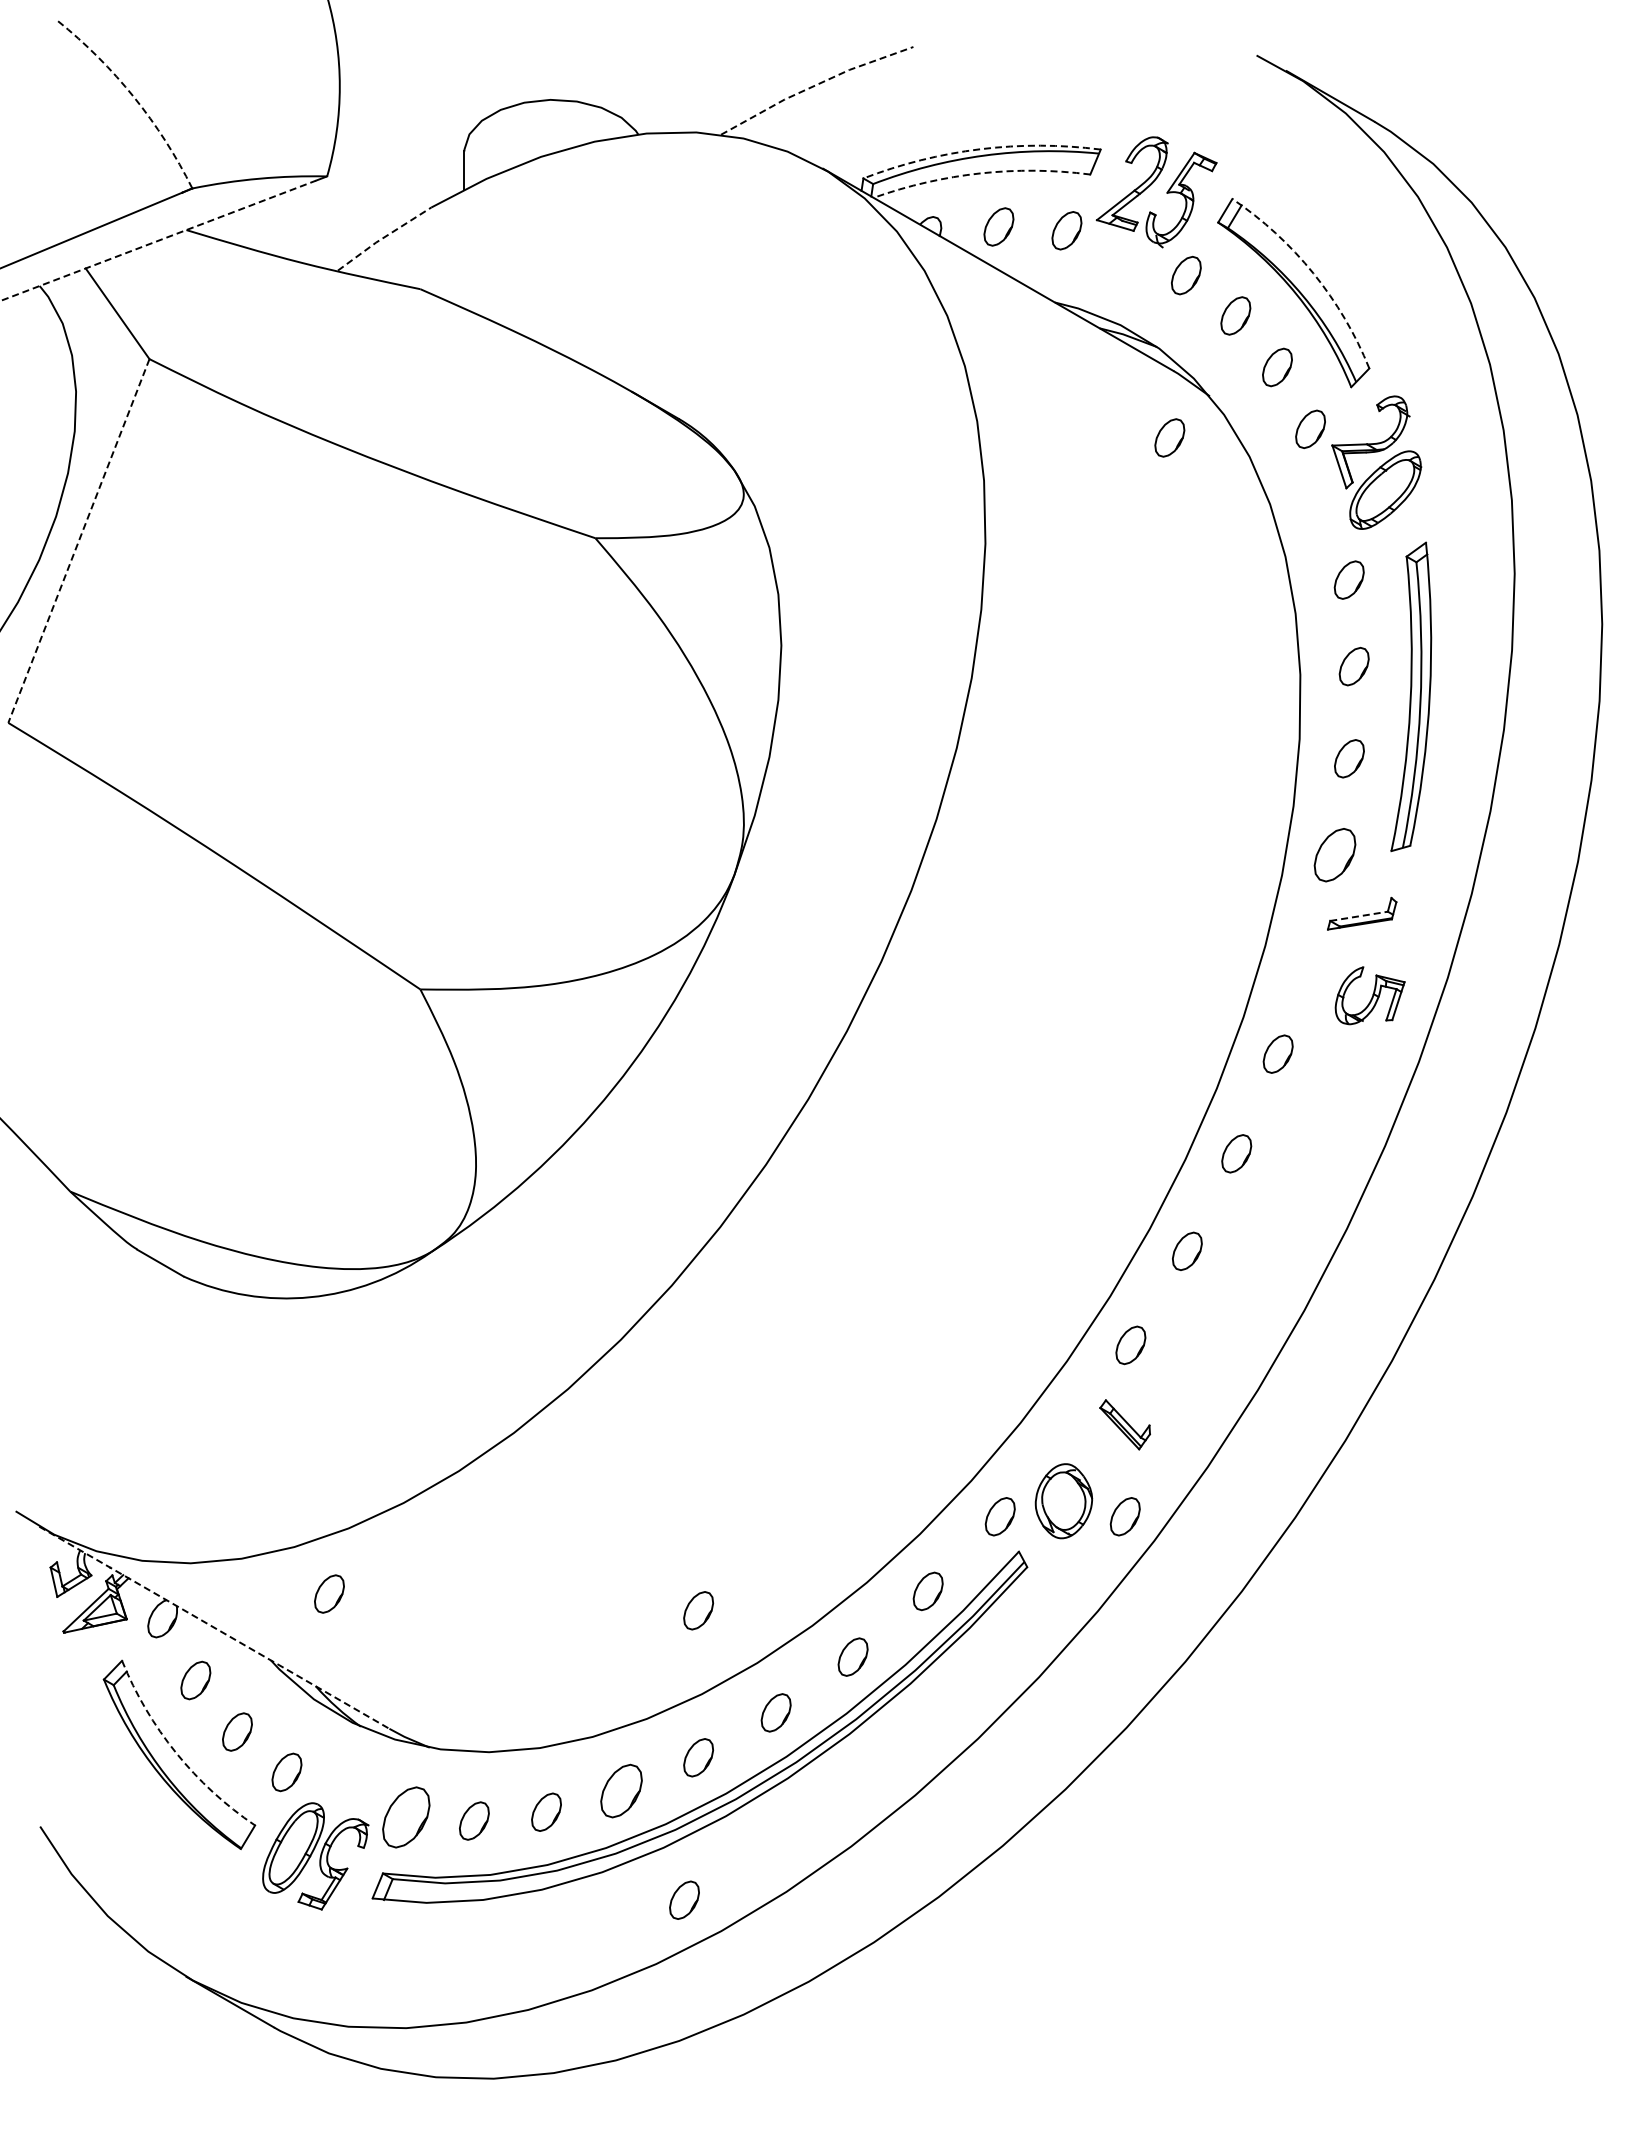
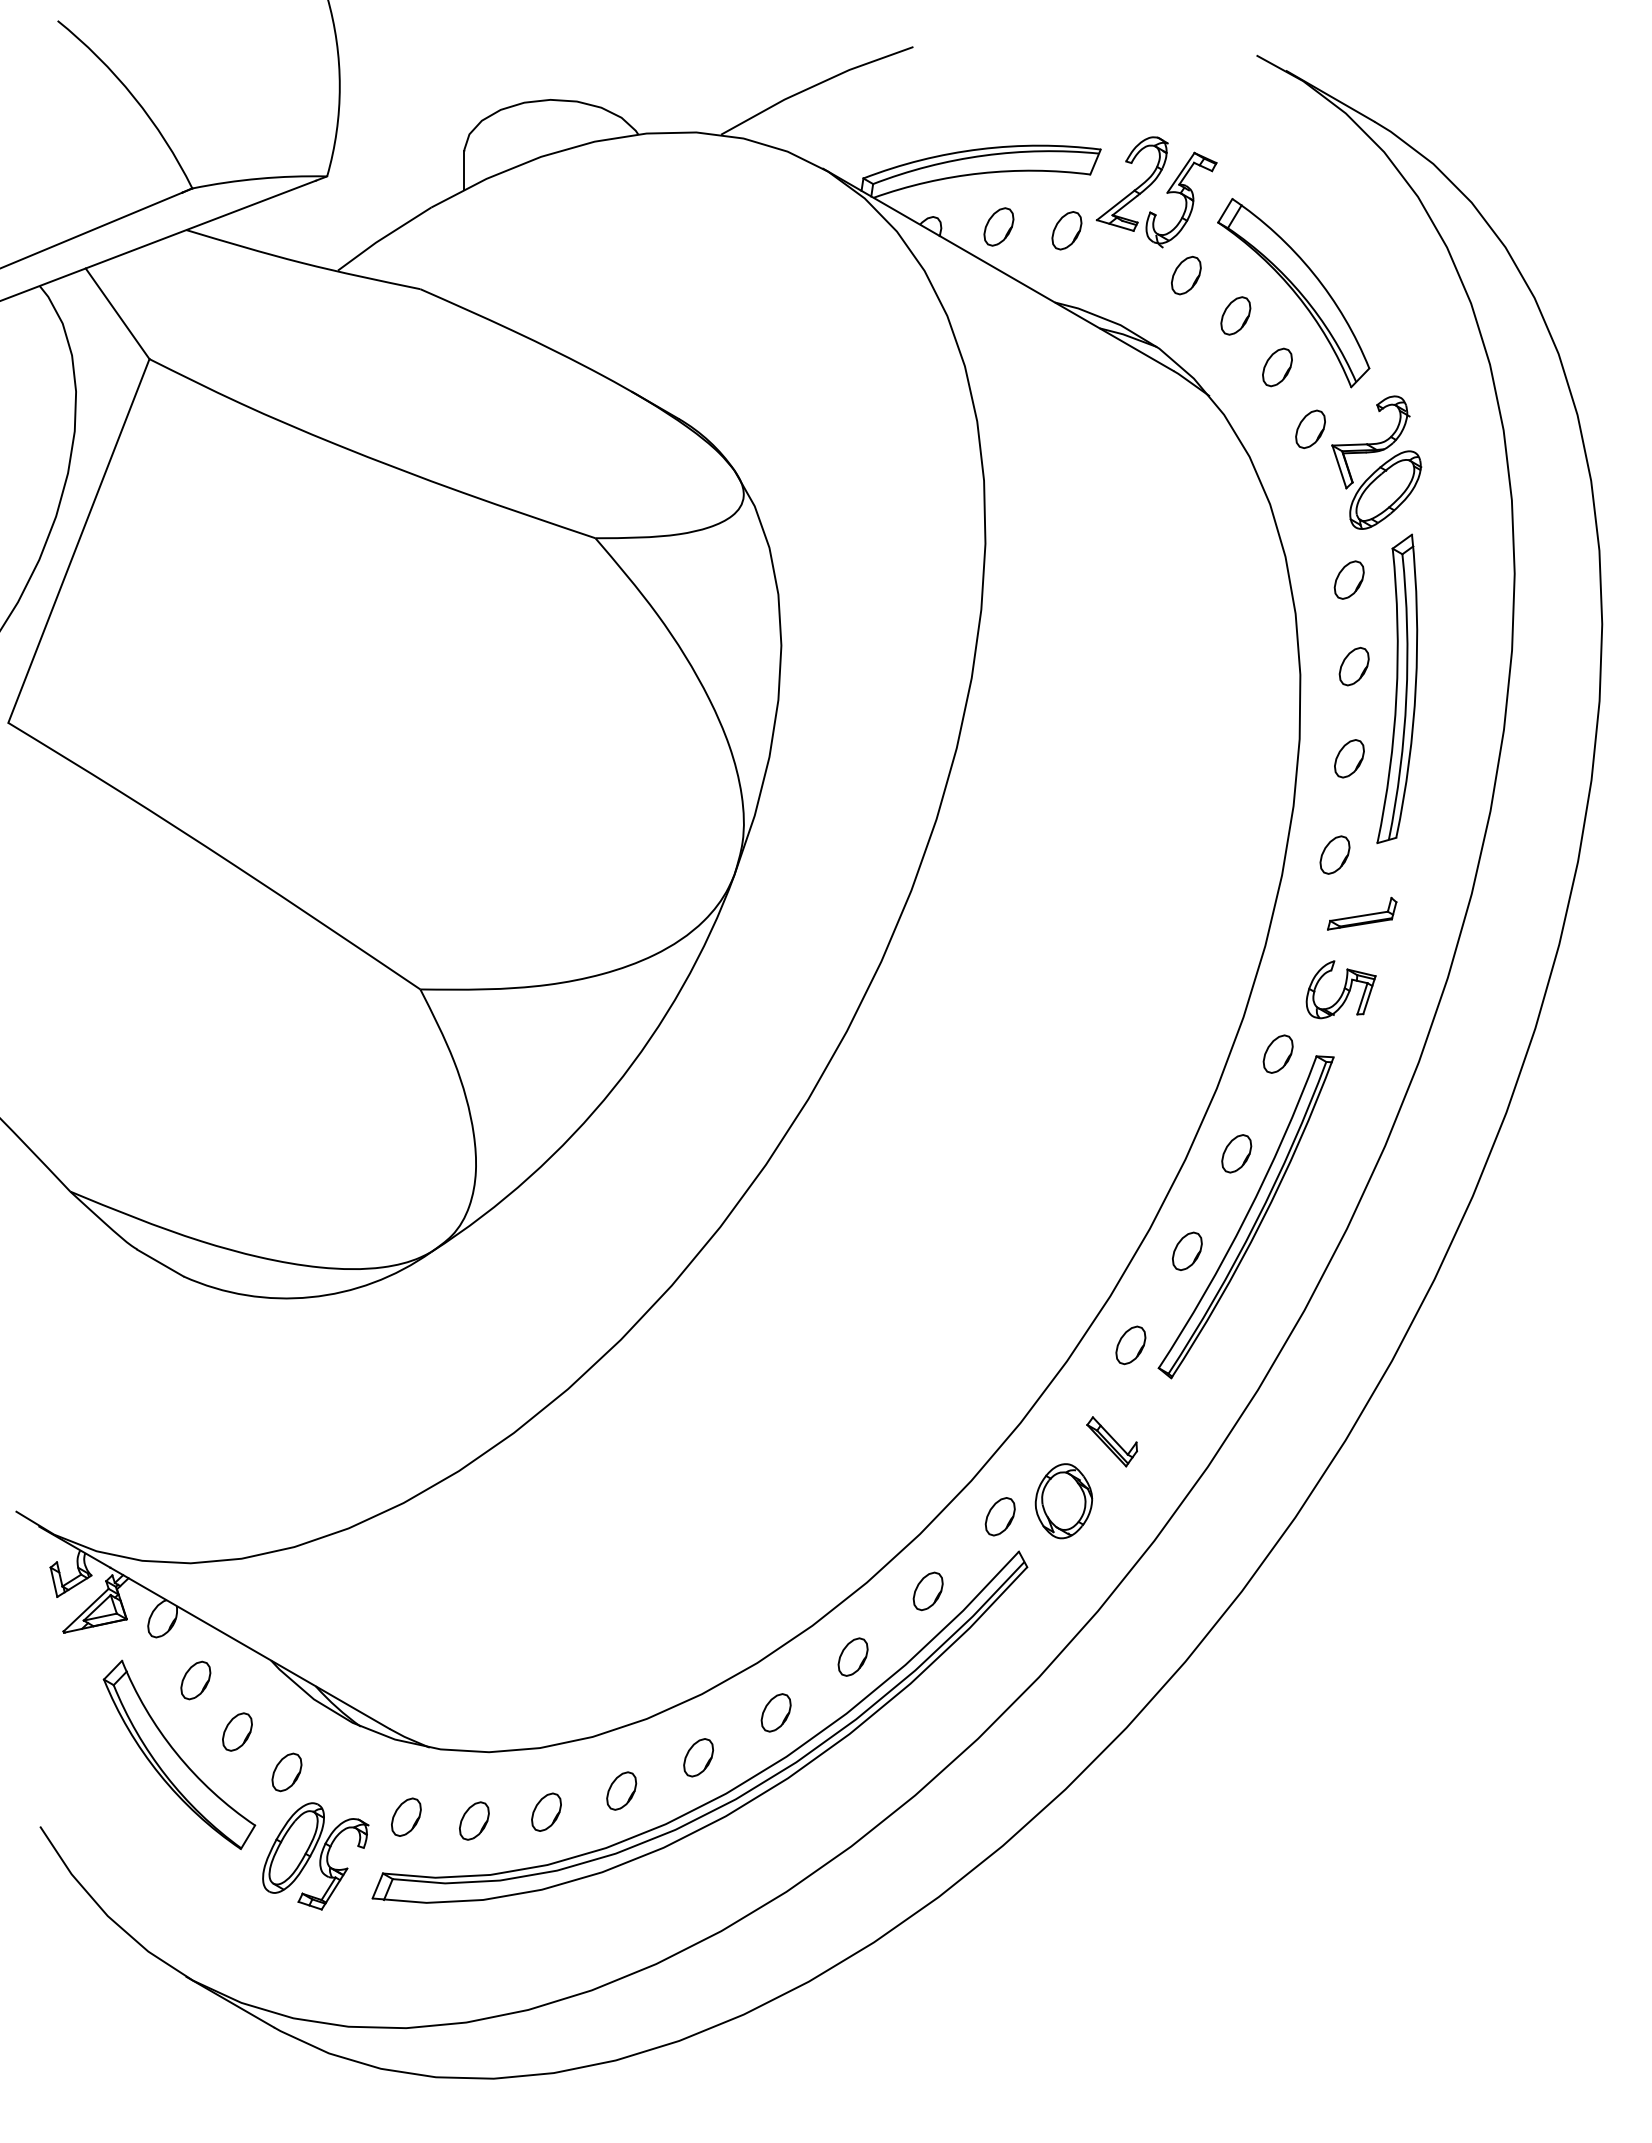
line at (815, 85): dashed -> solid
arc at (134, 97): dashed -> solid
arc at (980, 149): dashed -> solid
arc at (980, 173): dashed -> solid
line at (383, 237): dashed -> solid
line at (158, 240): dashed -> solid
arc at (1313, 273): dashed -> solid
part at (1169, 437): present -> none
line at (78, 541): dashed -> solid
part at (1411, 696) position: (1411, 696) -> (1397, 688)
part at (1334, 855) size: 44x55 px -> 32x40 px
line at (1359, 916): dashed -> solid
part at (1369, 995) position: (1369, 995) -> (1340, 989)
part at (1245, 1217): none -> present
part at (1124, 1424) position: (1124, 1424) -> (1111, 1441)
part at (1124, 1516): present -> none
part at (329, 1593): present -> none
part at (698, 1610): present -> none
line at (214, 1628): dashed -> solid
arc at (176, 1753): dashed -> solid
part at (621, 1790) size: 43x56 px -> 32x40 px
part at (406, 1817) size: 49x63 px -> 31x40 px
part at (684, 1899): present -> none
